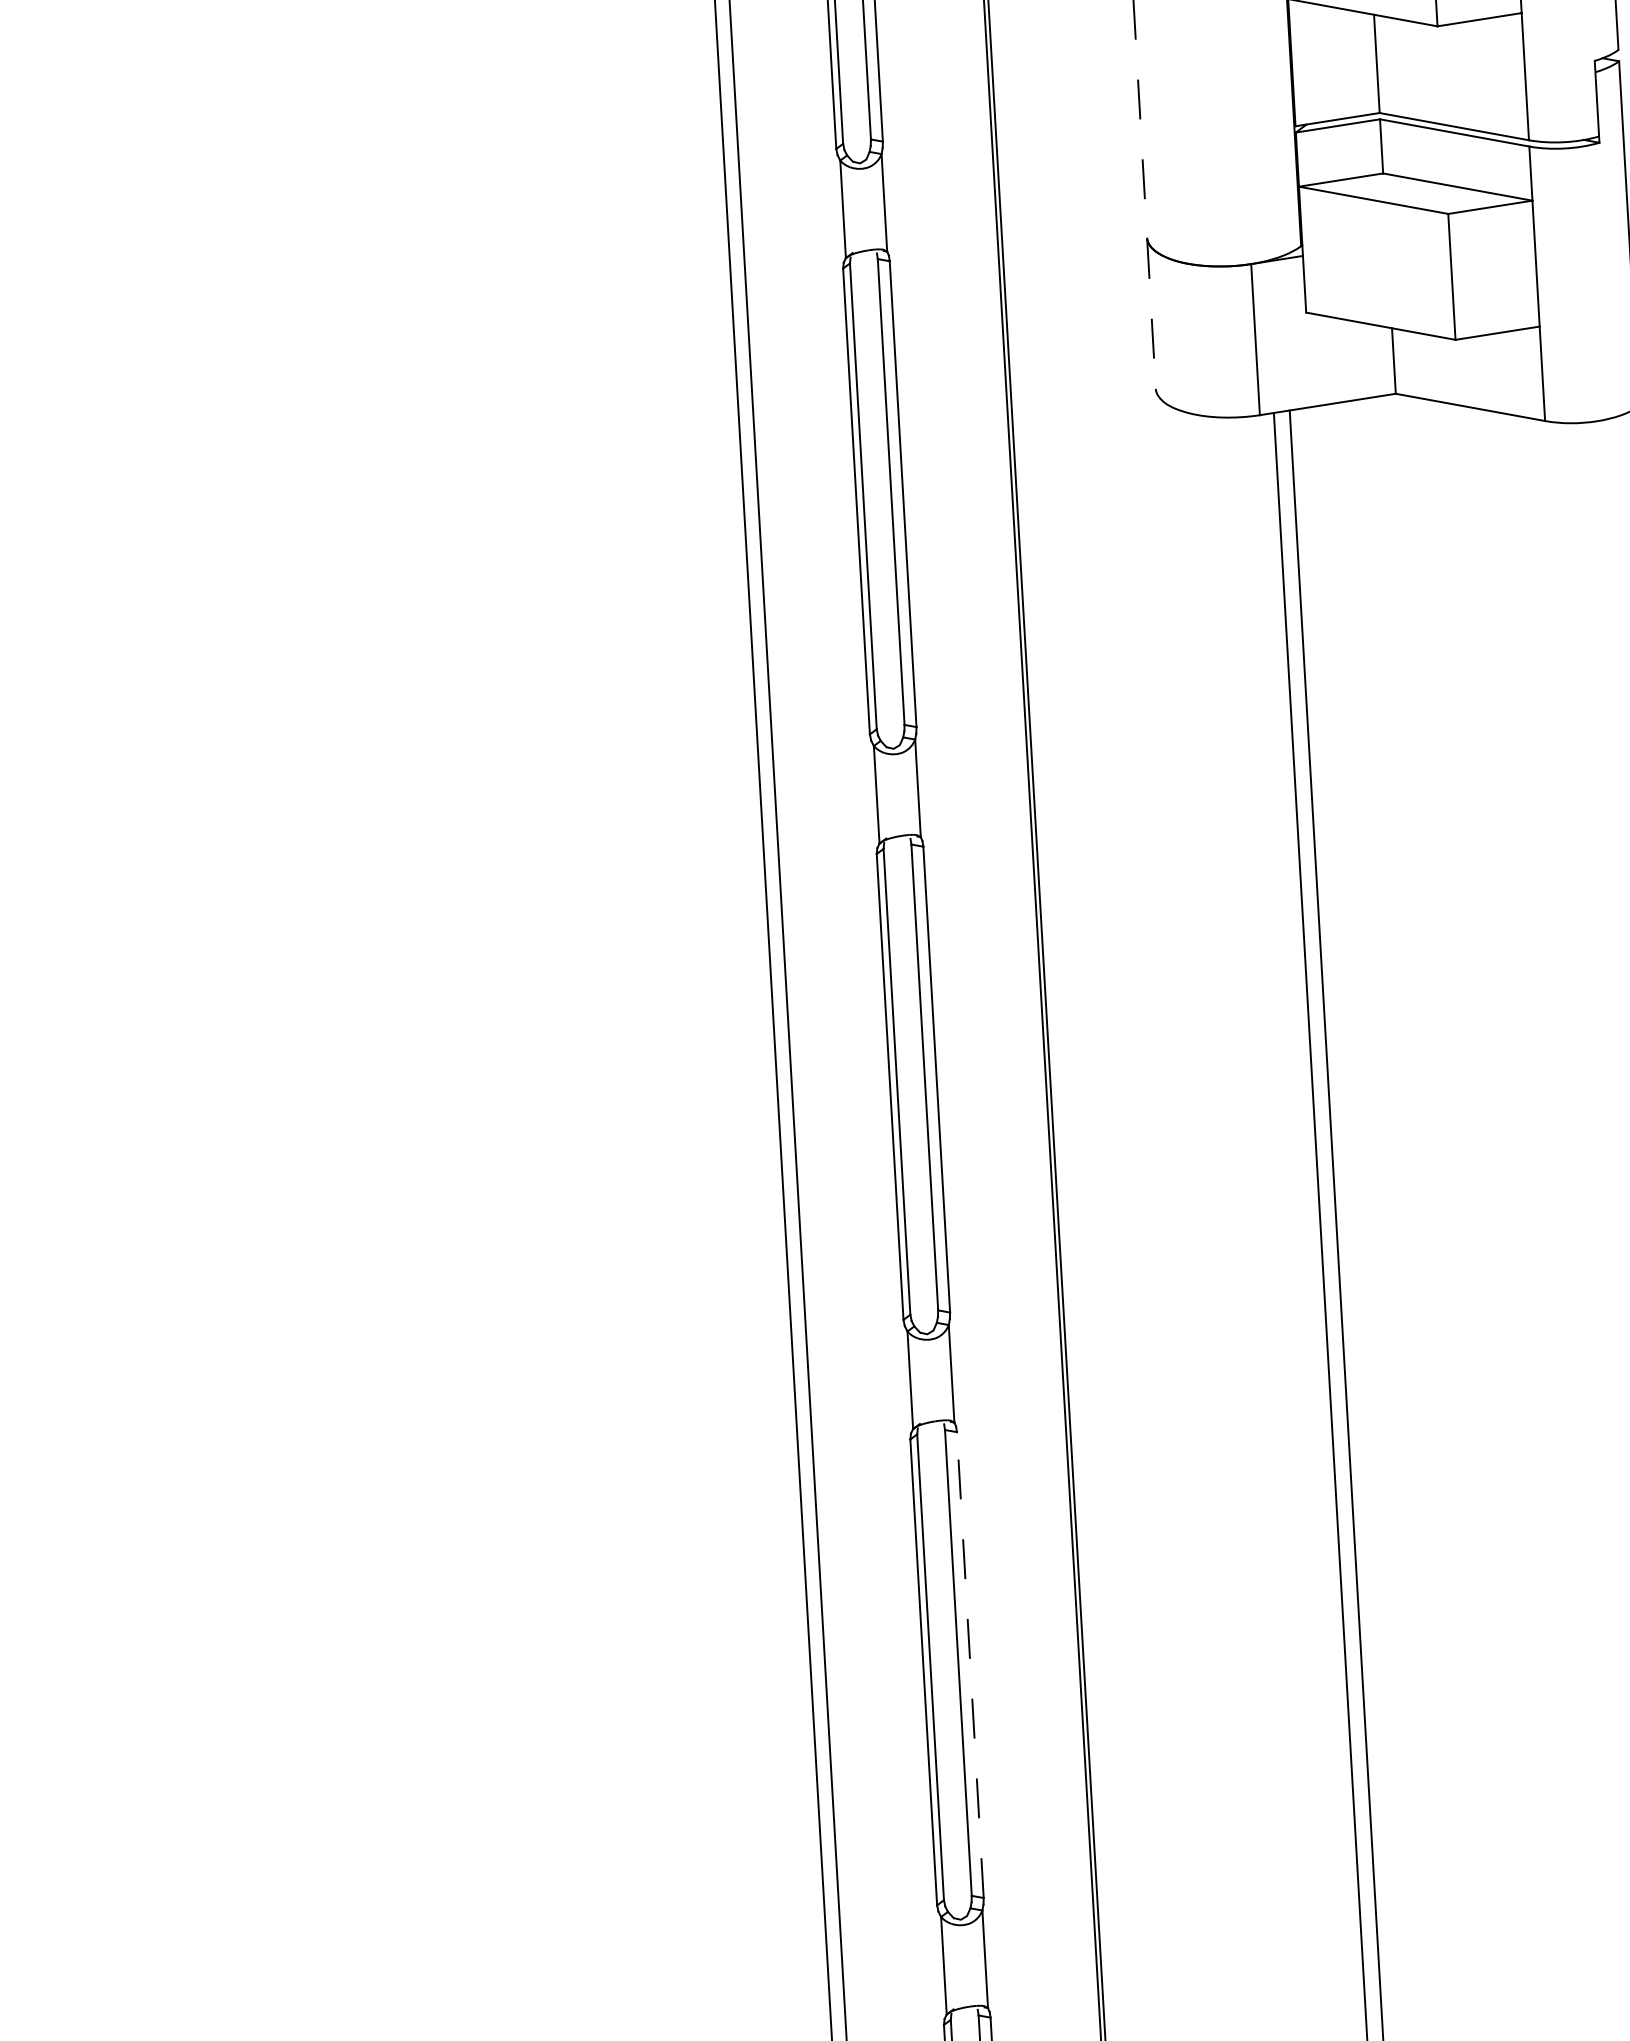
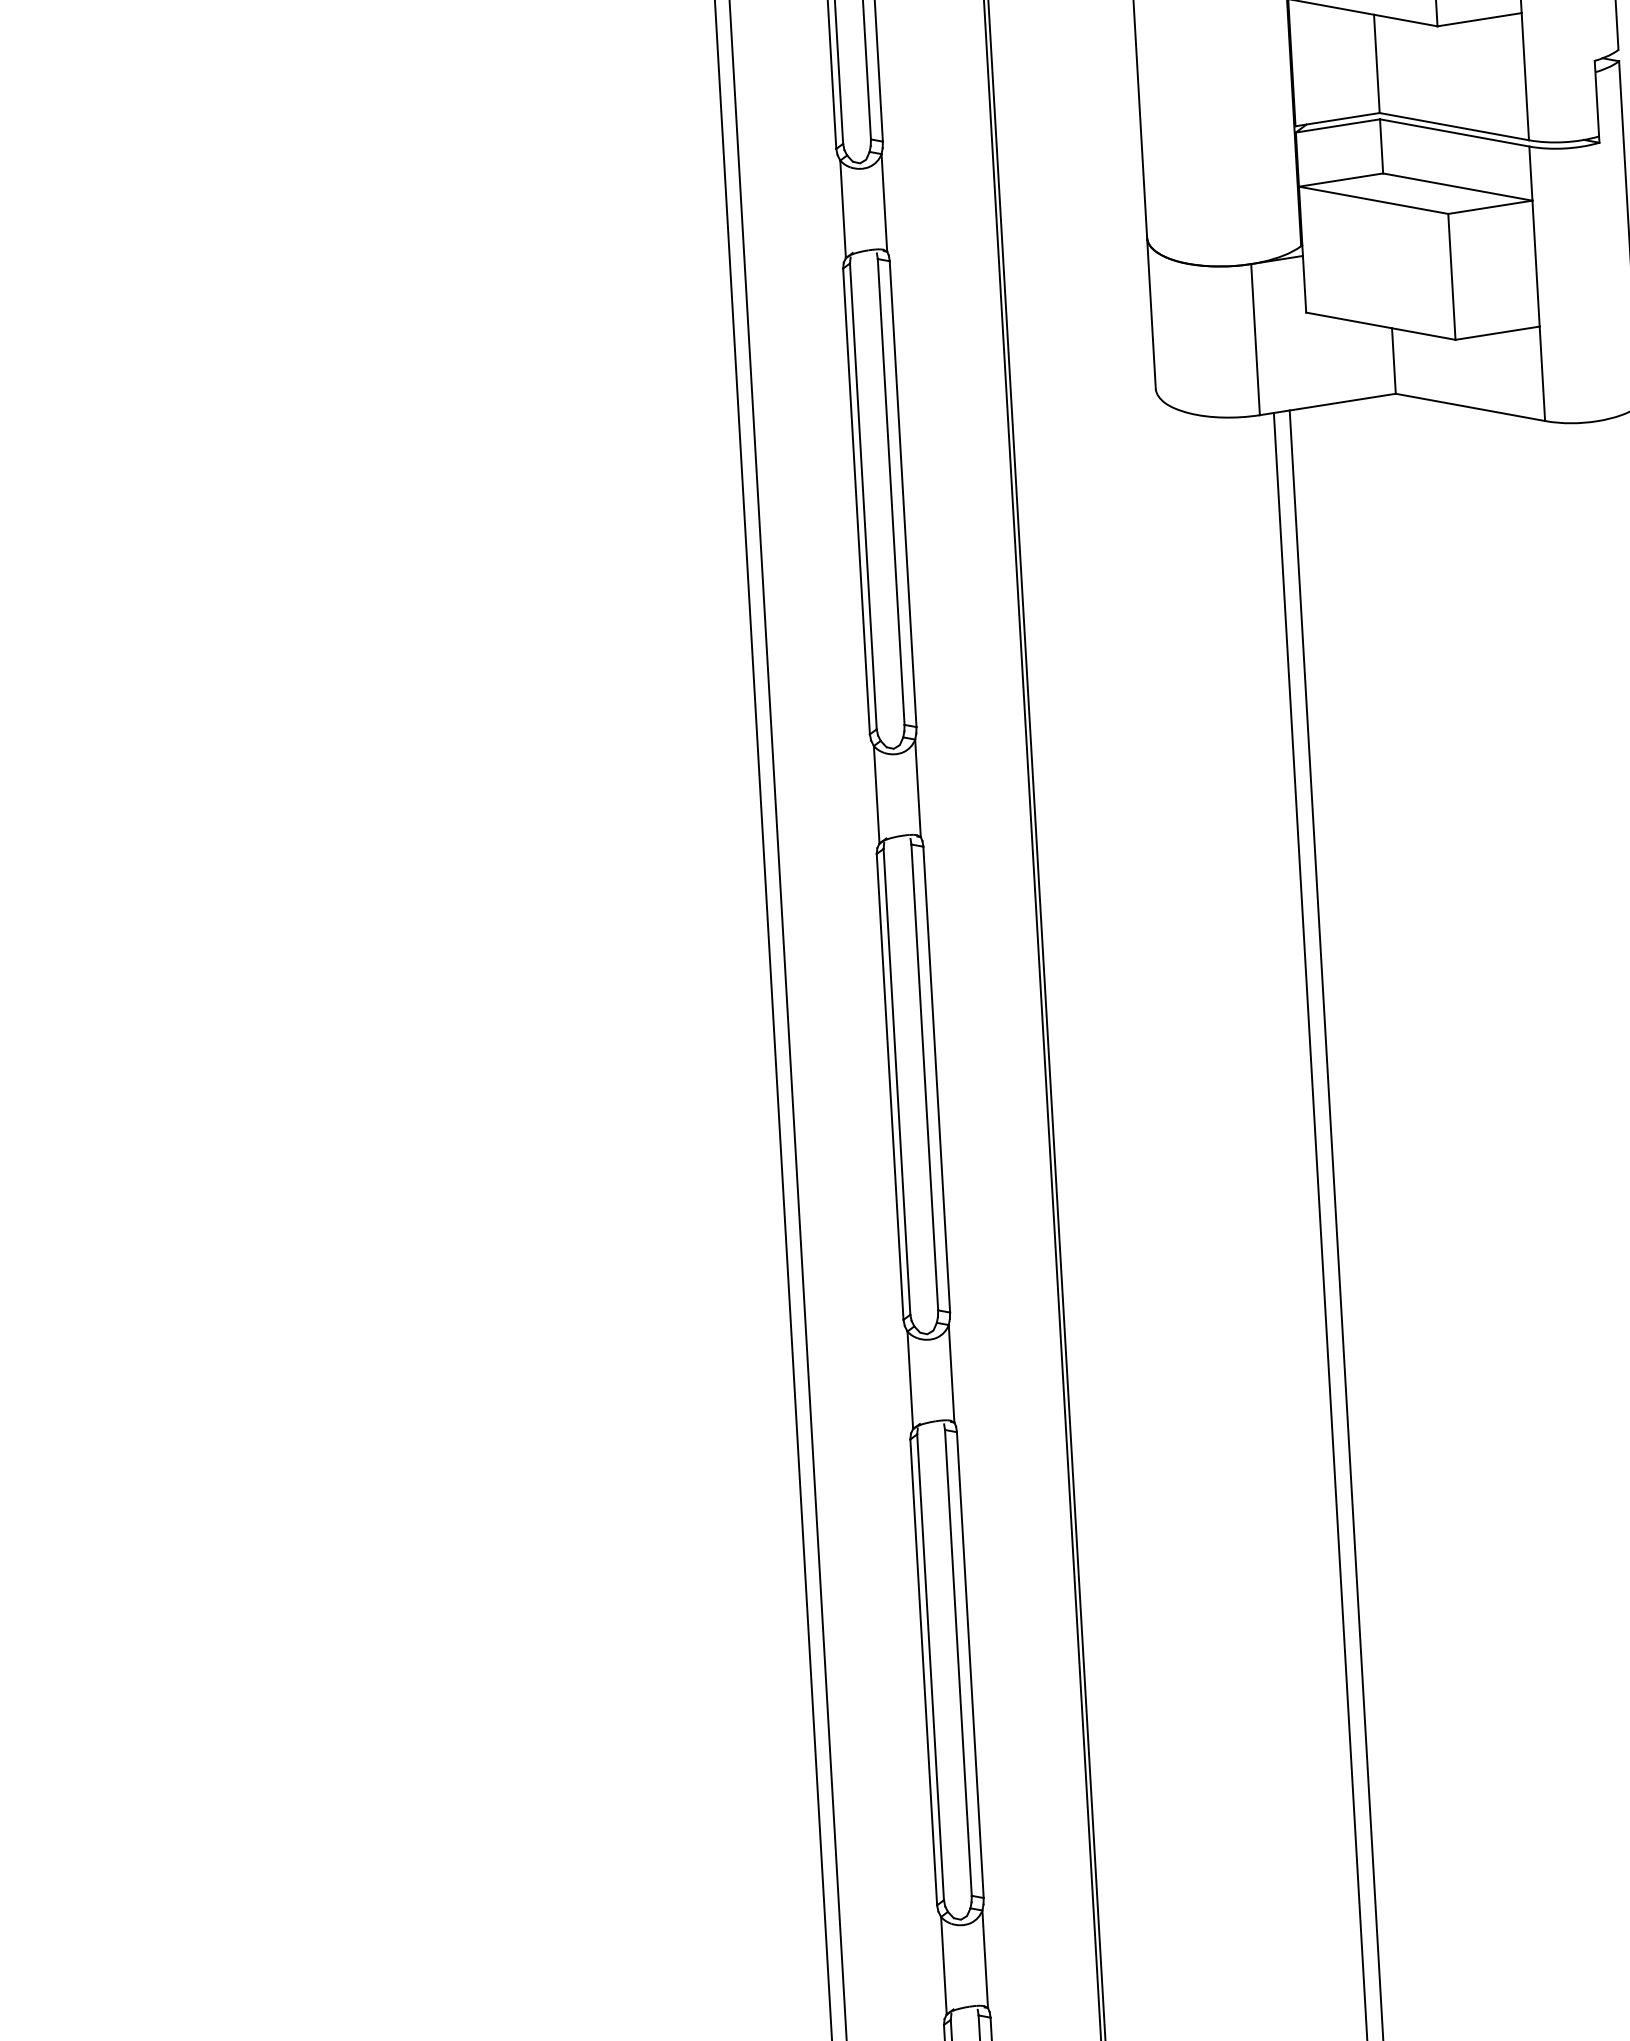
line at (1144, 194): dashed -> solid
line at (970, 1664): dashed -> solid
